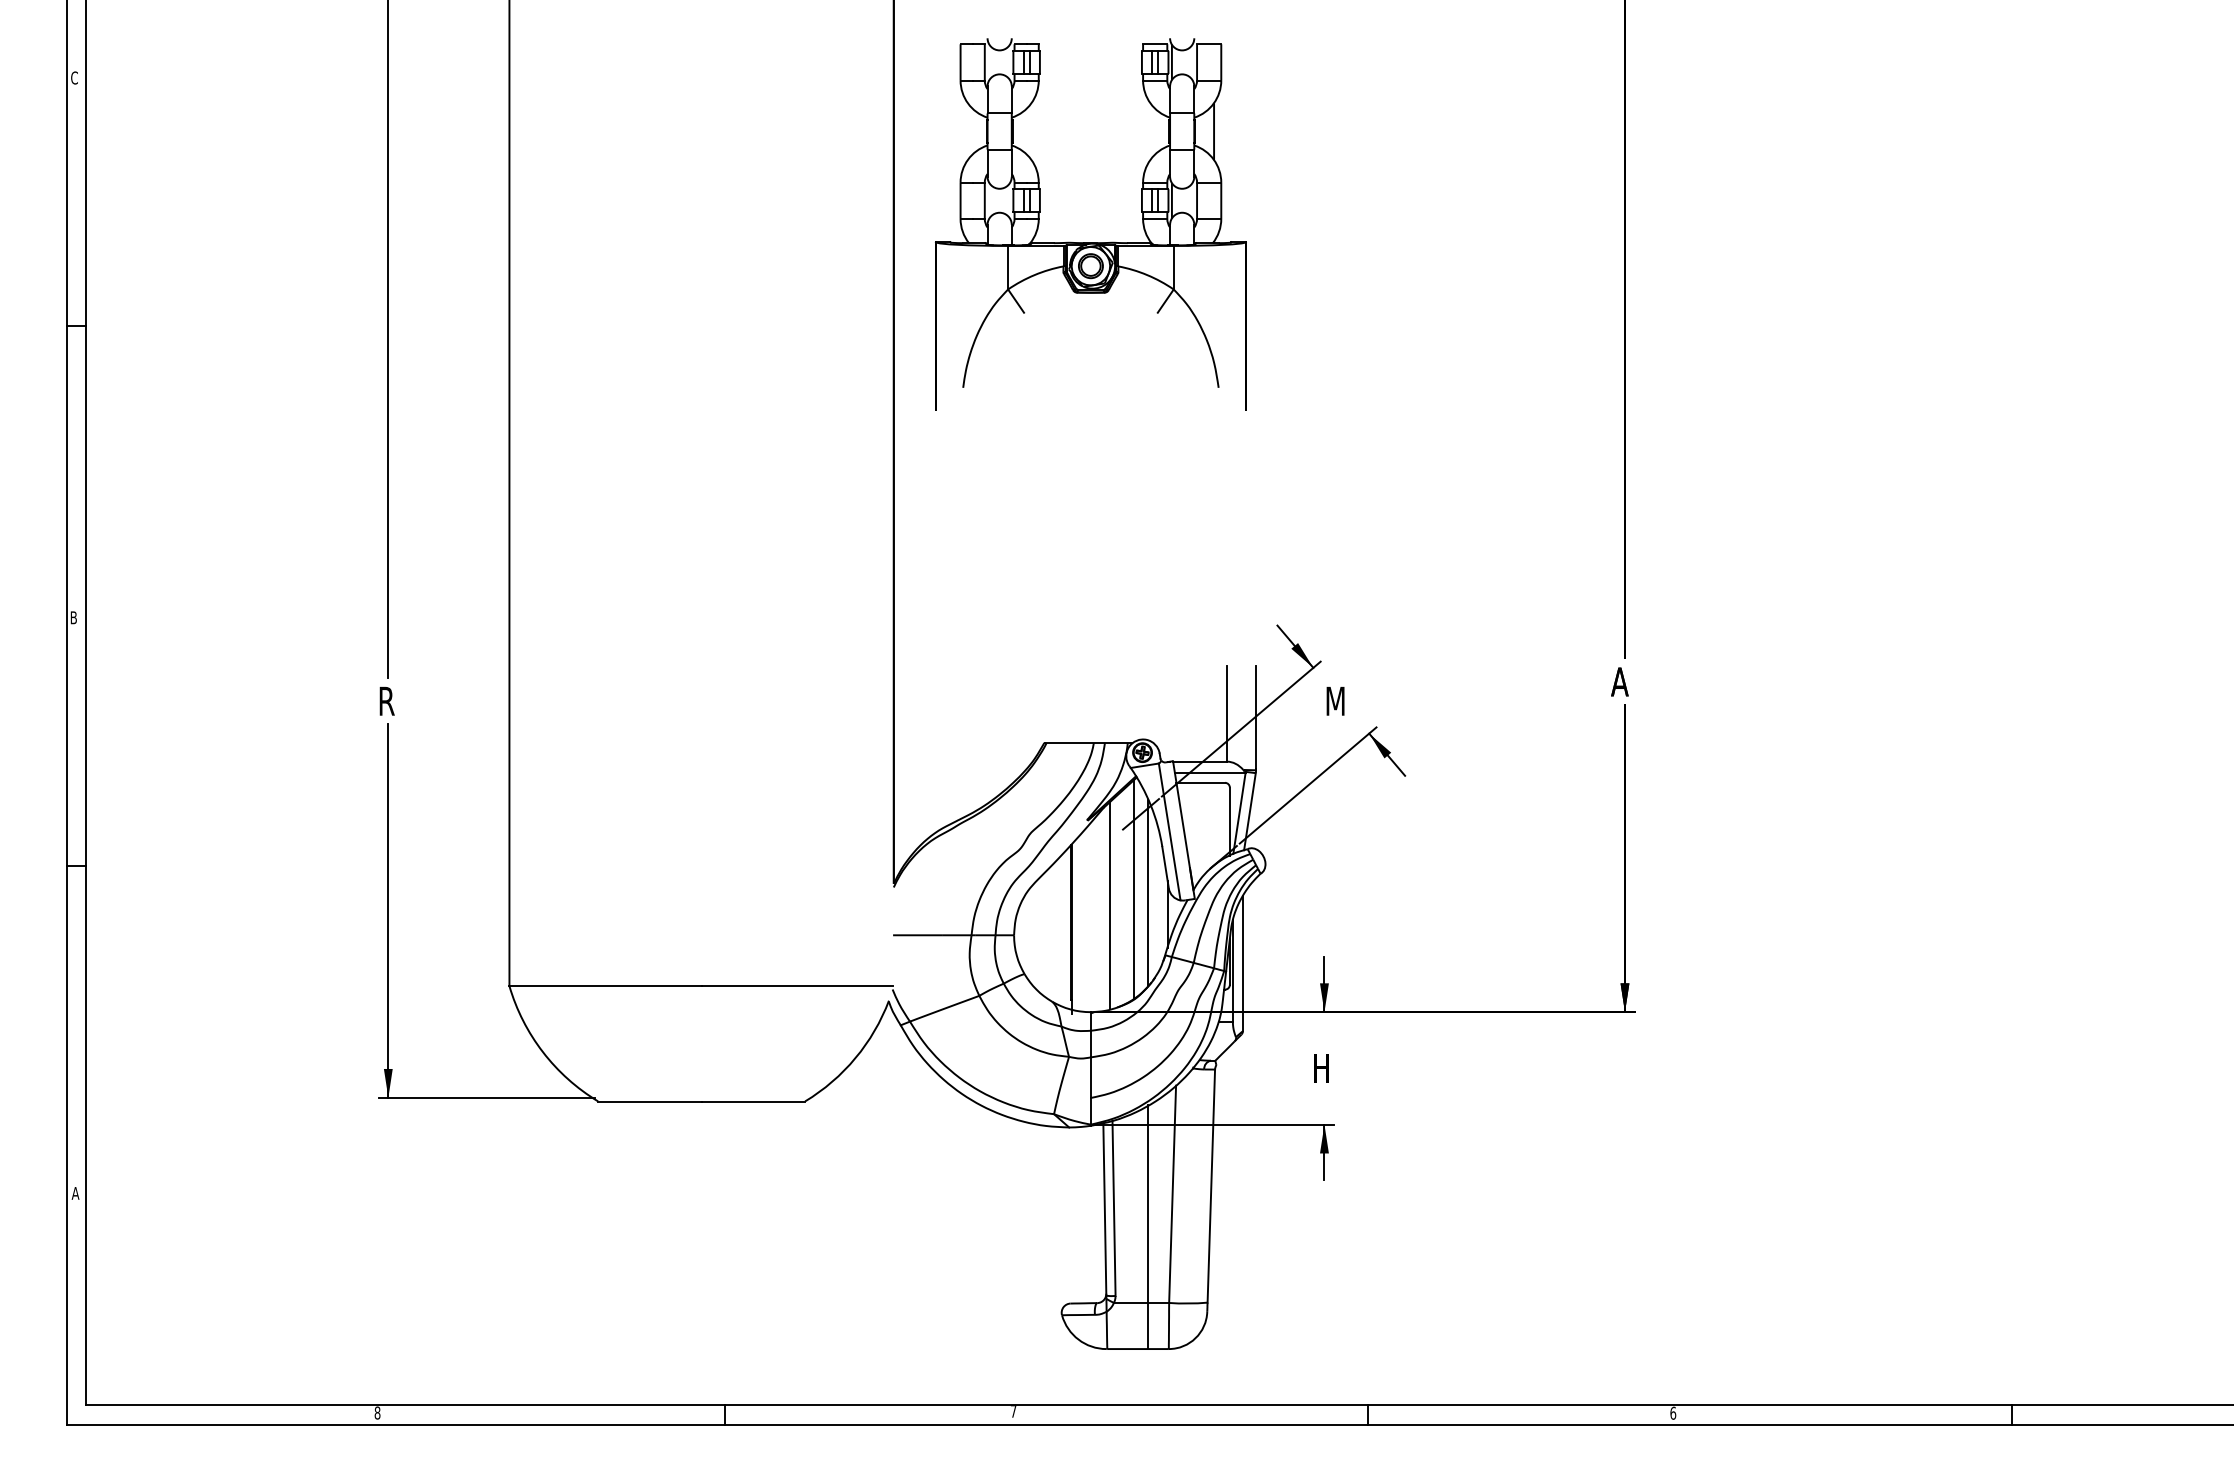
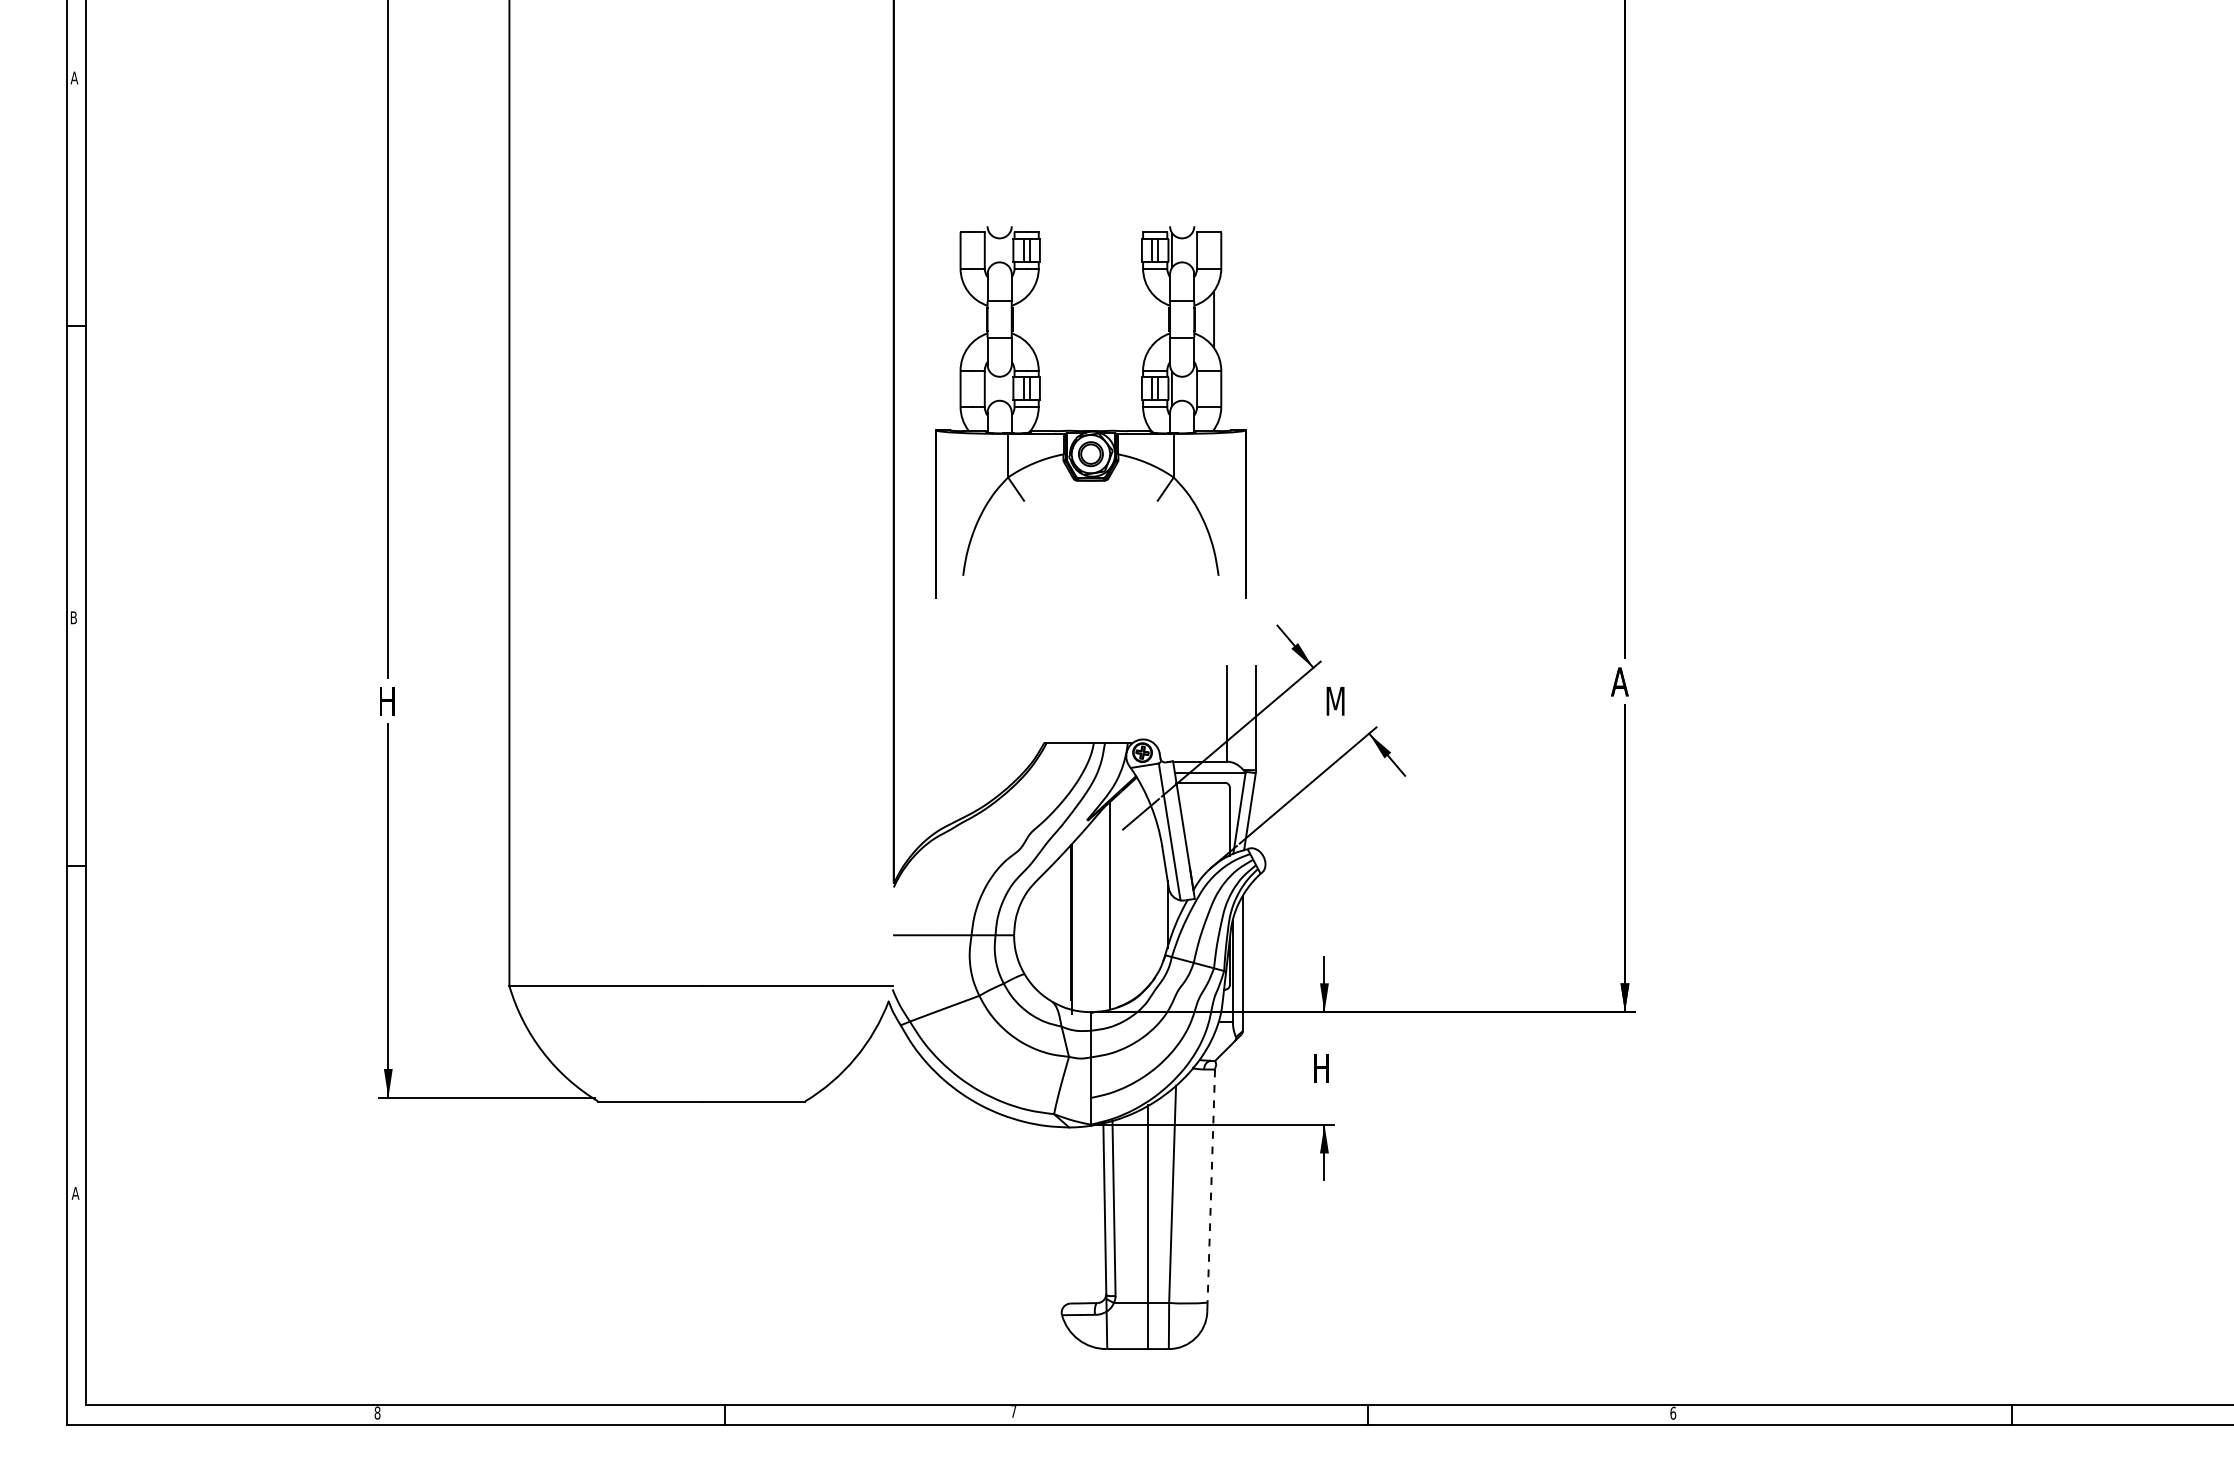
text at (74, 77): C -> A
part at (1090, 242) position: (1090, 242) -> (1090, 430)
text at (386, 700): R -> H
line at (1134, 888): present -> none
line at (1148, 892): present -> none
line at (1211, 1186): solid -> dashed
